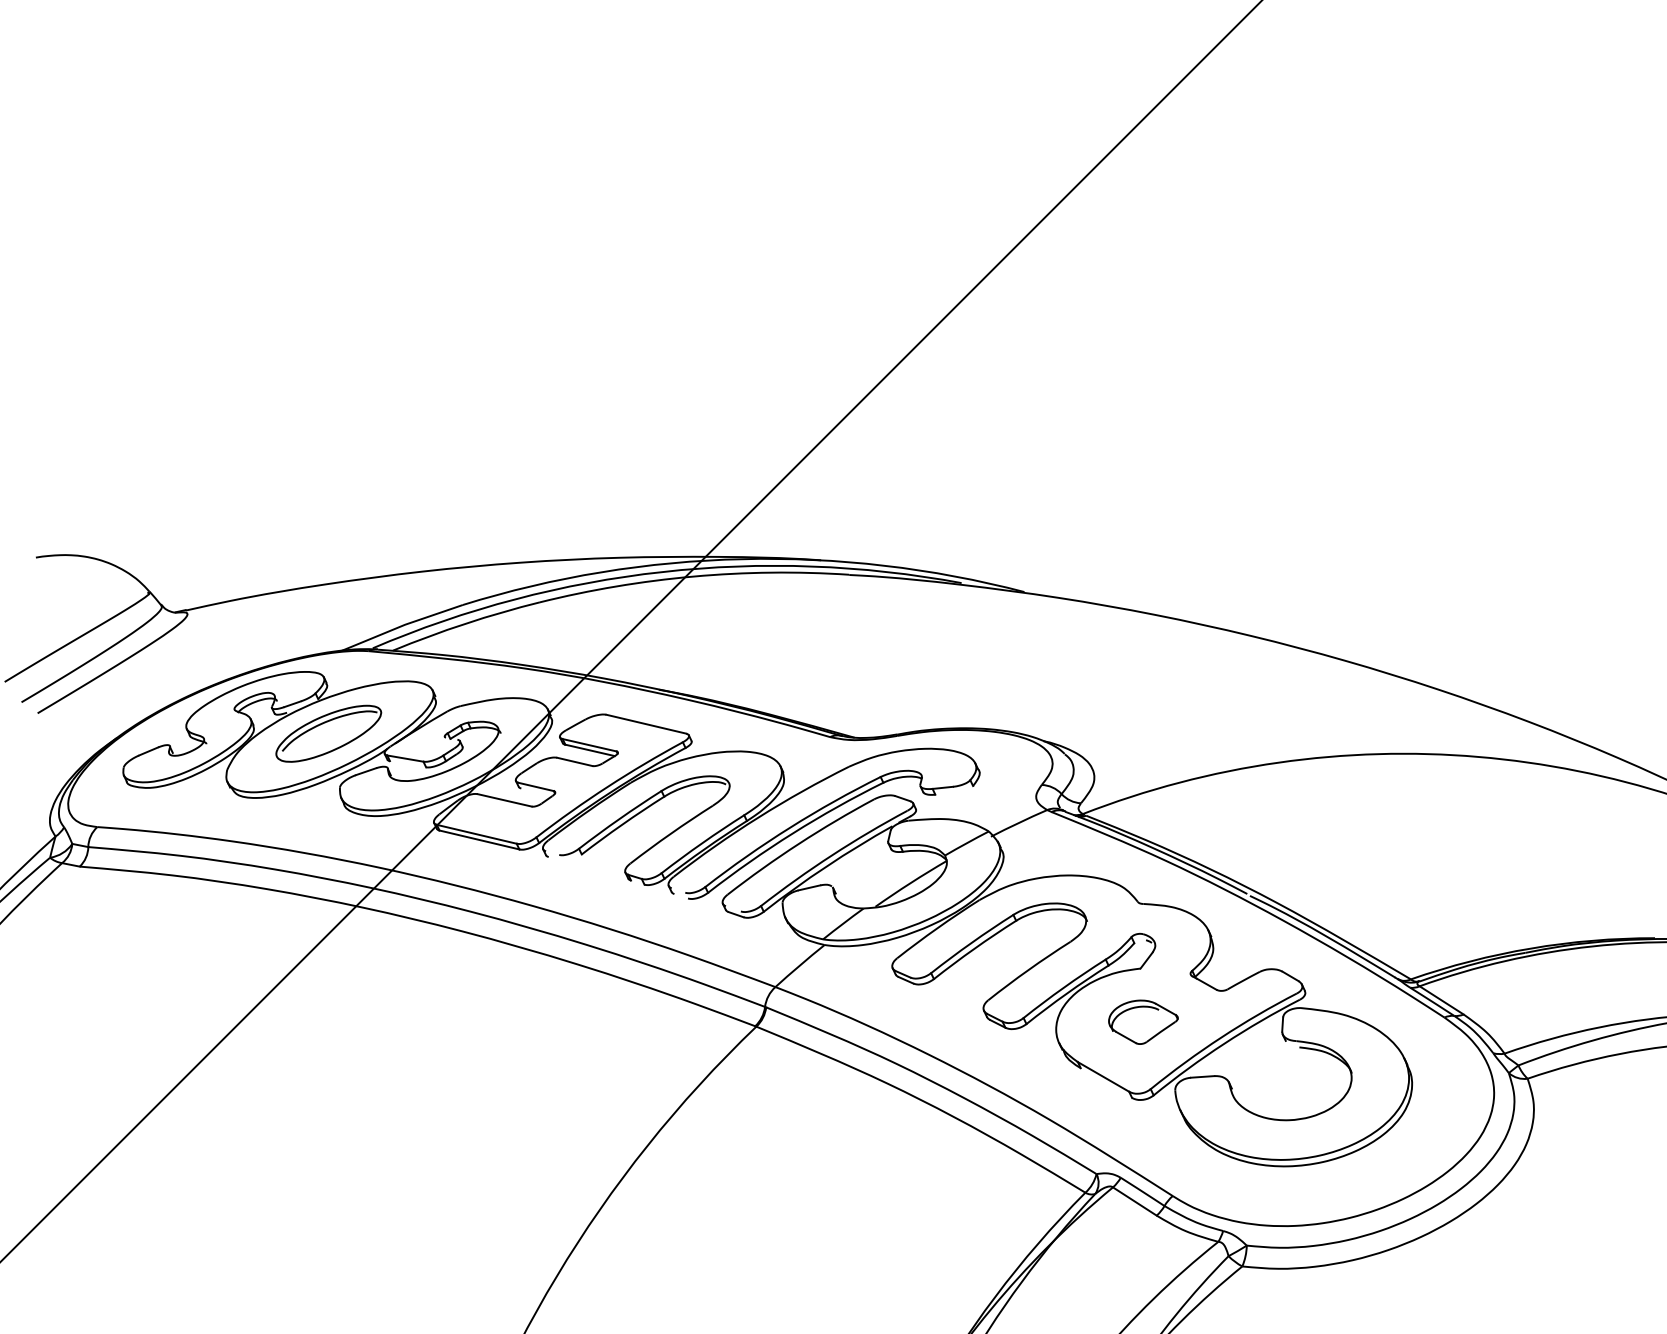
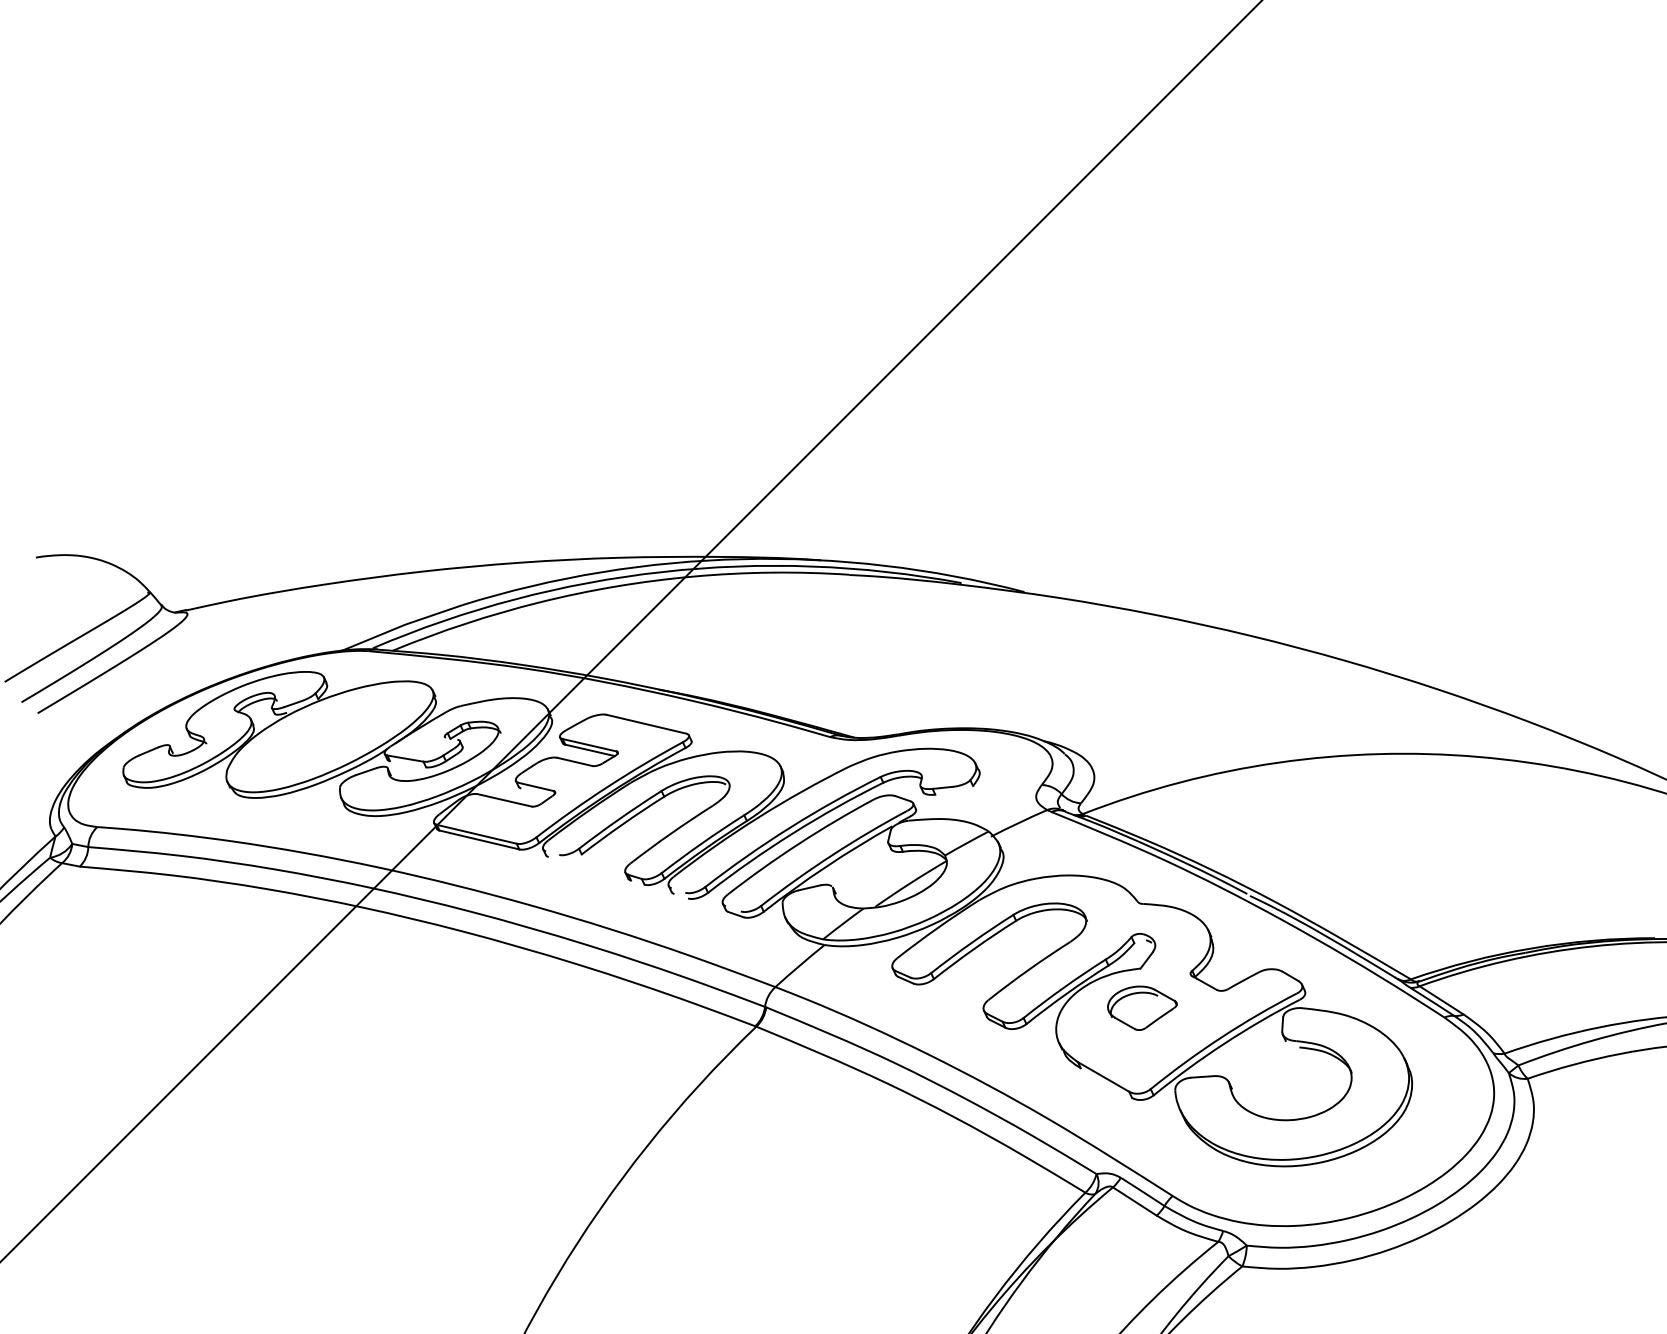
part at (328, 733): present -> none
part at (1143, 1021) position: (1143, 1021) -> (1142, 1007)
